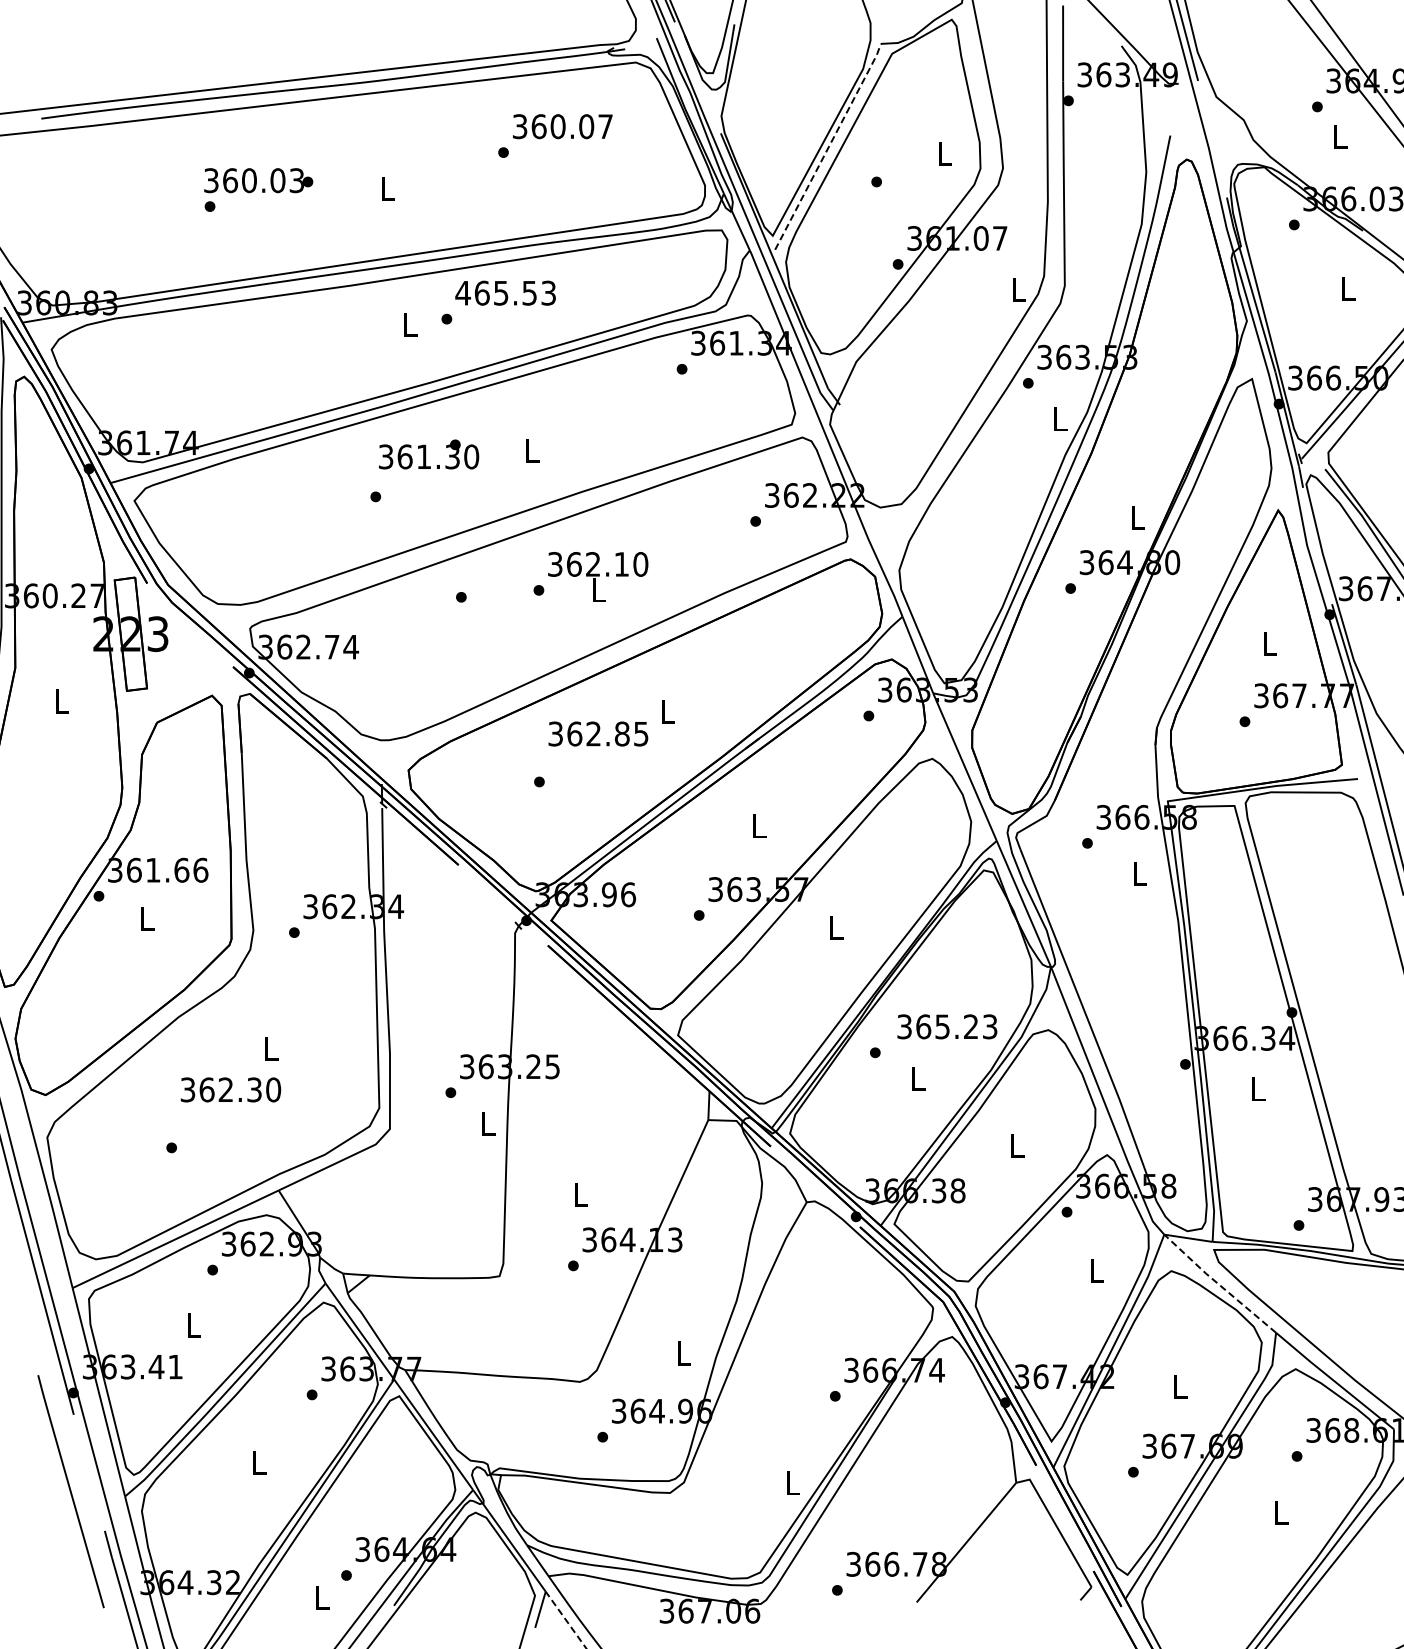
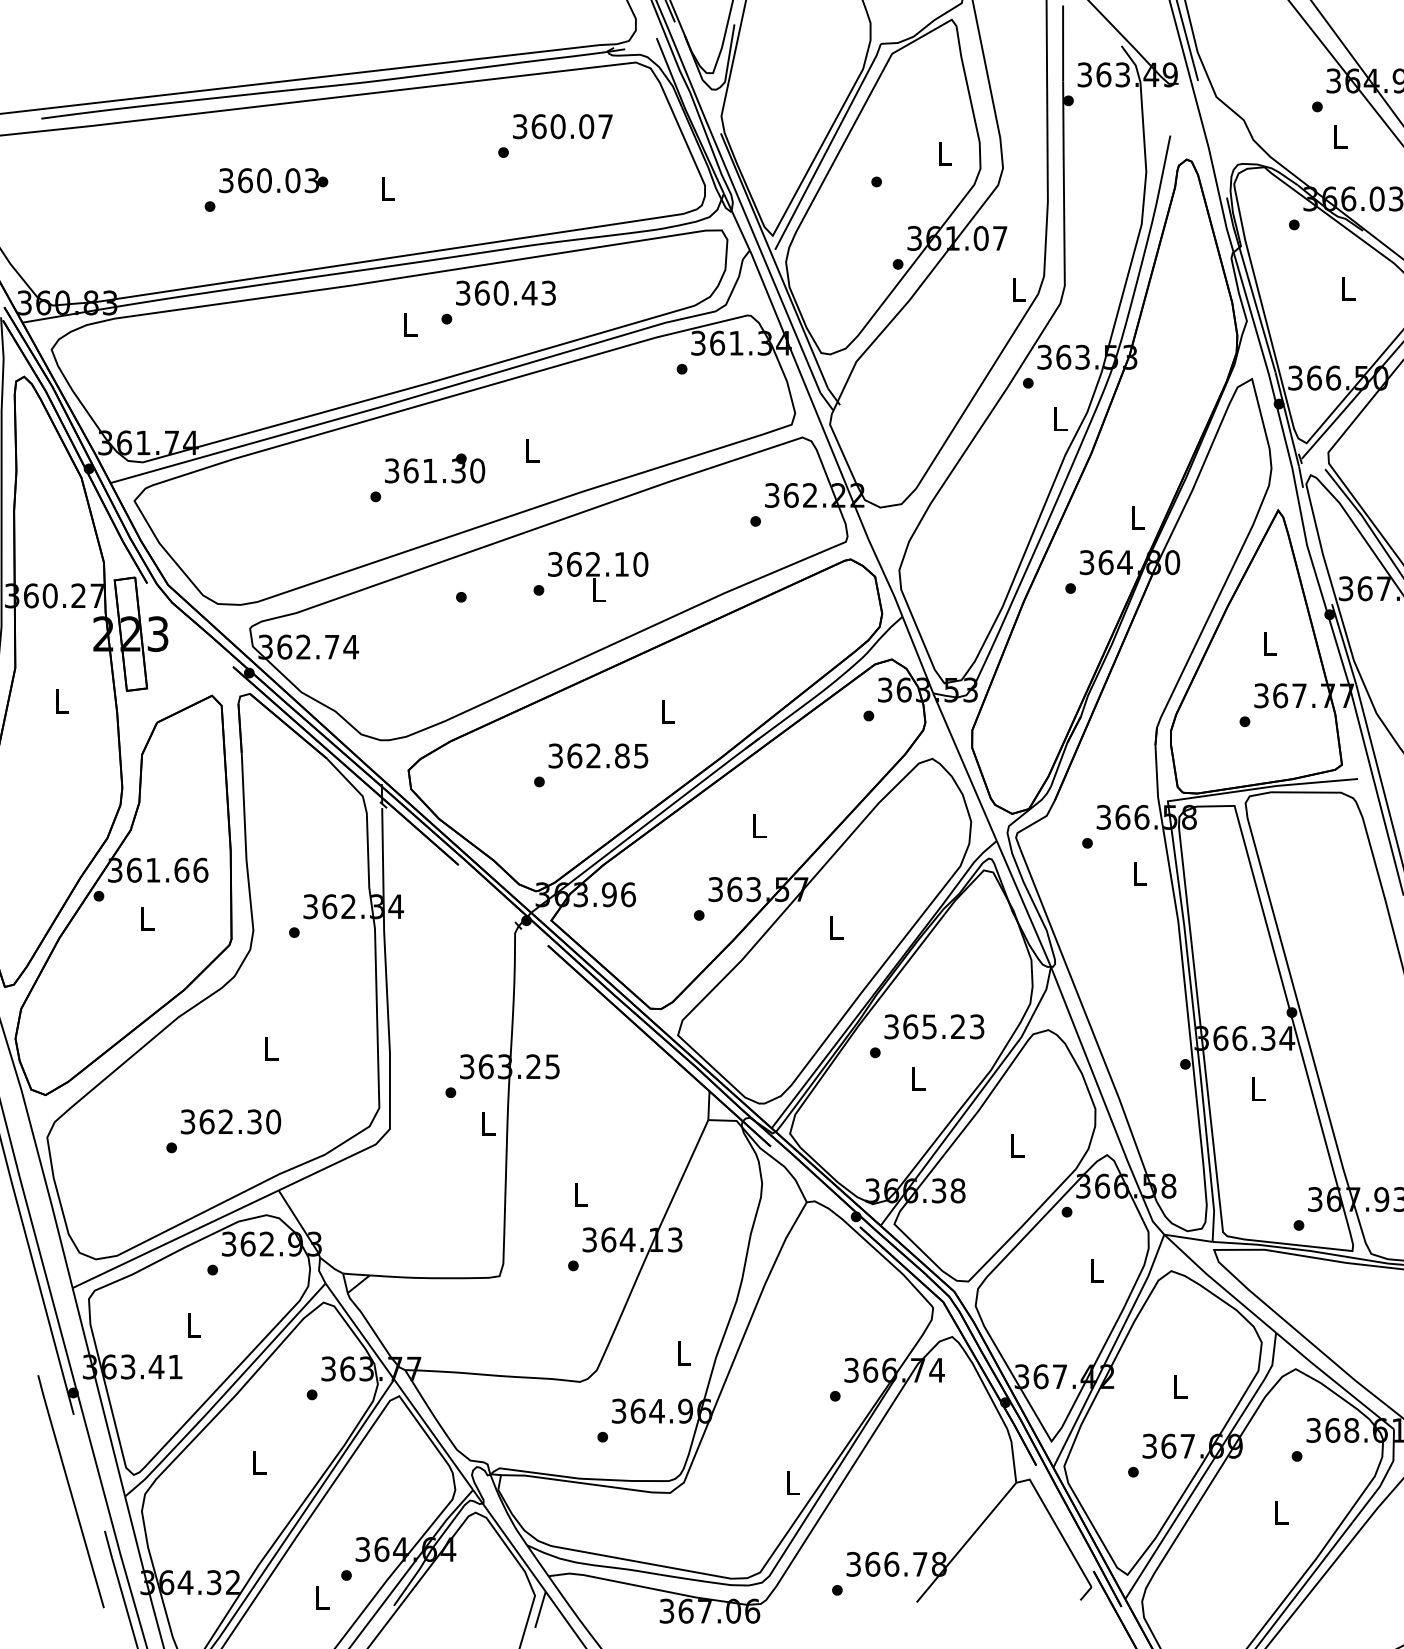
line at (829, 146): dashed -> solid
text at (258, 180) position: (258, 180) -> (273, 180)
text at (496, 292): 465.53 -> 360.43
text at (429, 454) position: (429, 454) -> (435, 468)
text at (598, 733) position: (598, 733) -> (598, 755)
text at (947, 1026) position: (947, 1026) -> (934, 1026)
text at (230, 1089) position: (230, 1089) -> (230, 1121)
line at (1218, 1283): dashed -> solid
line at (566, 1620): dashed -> solid
